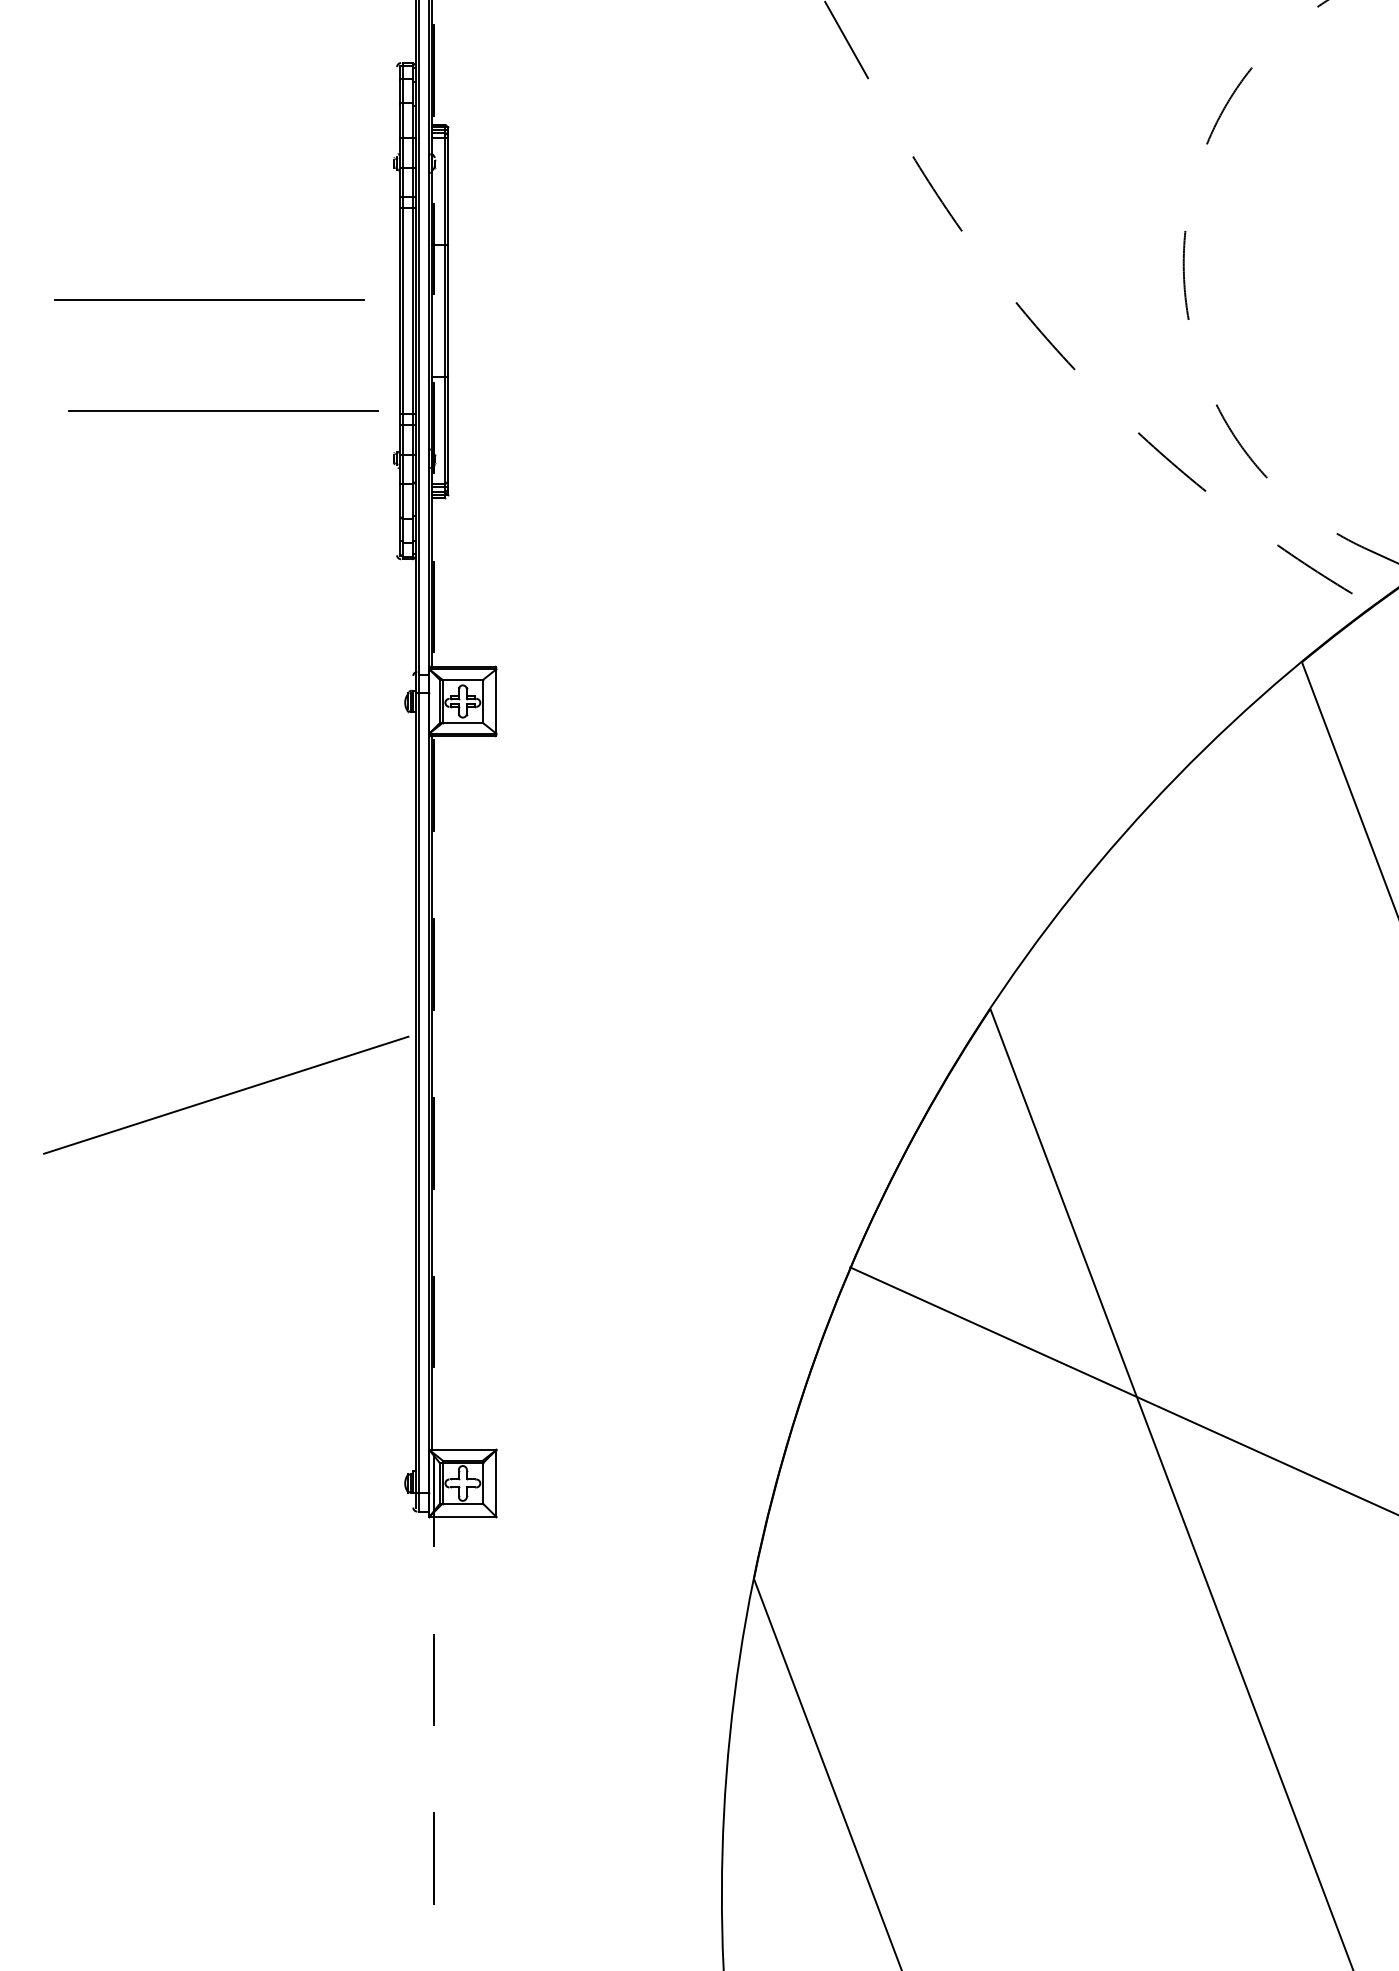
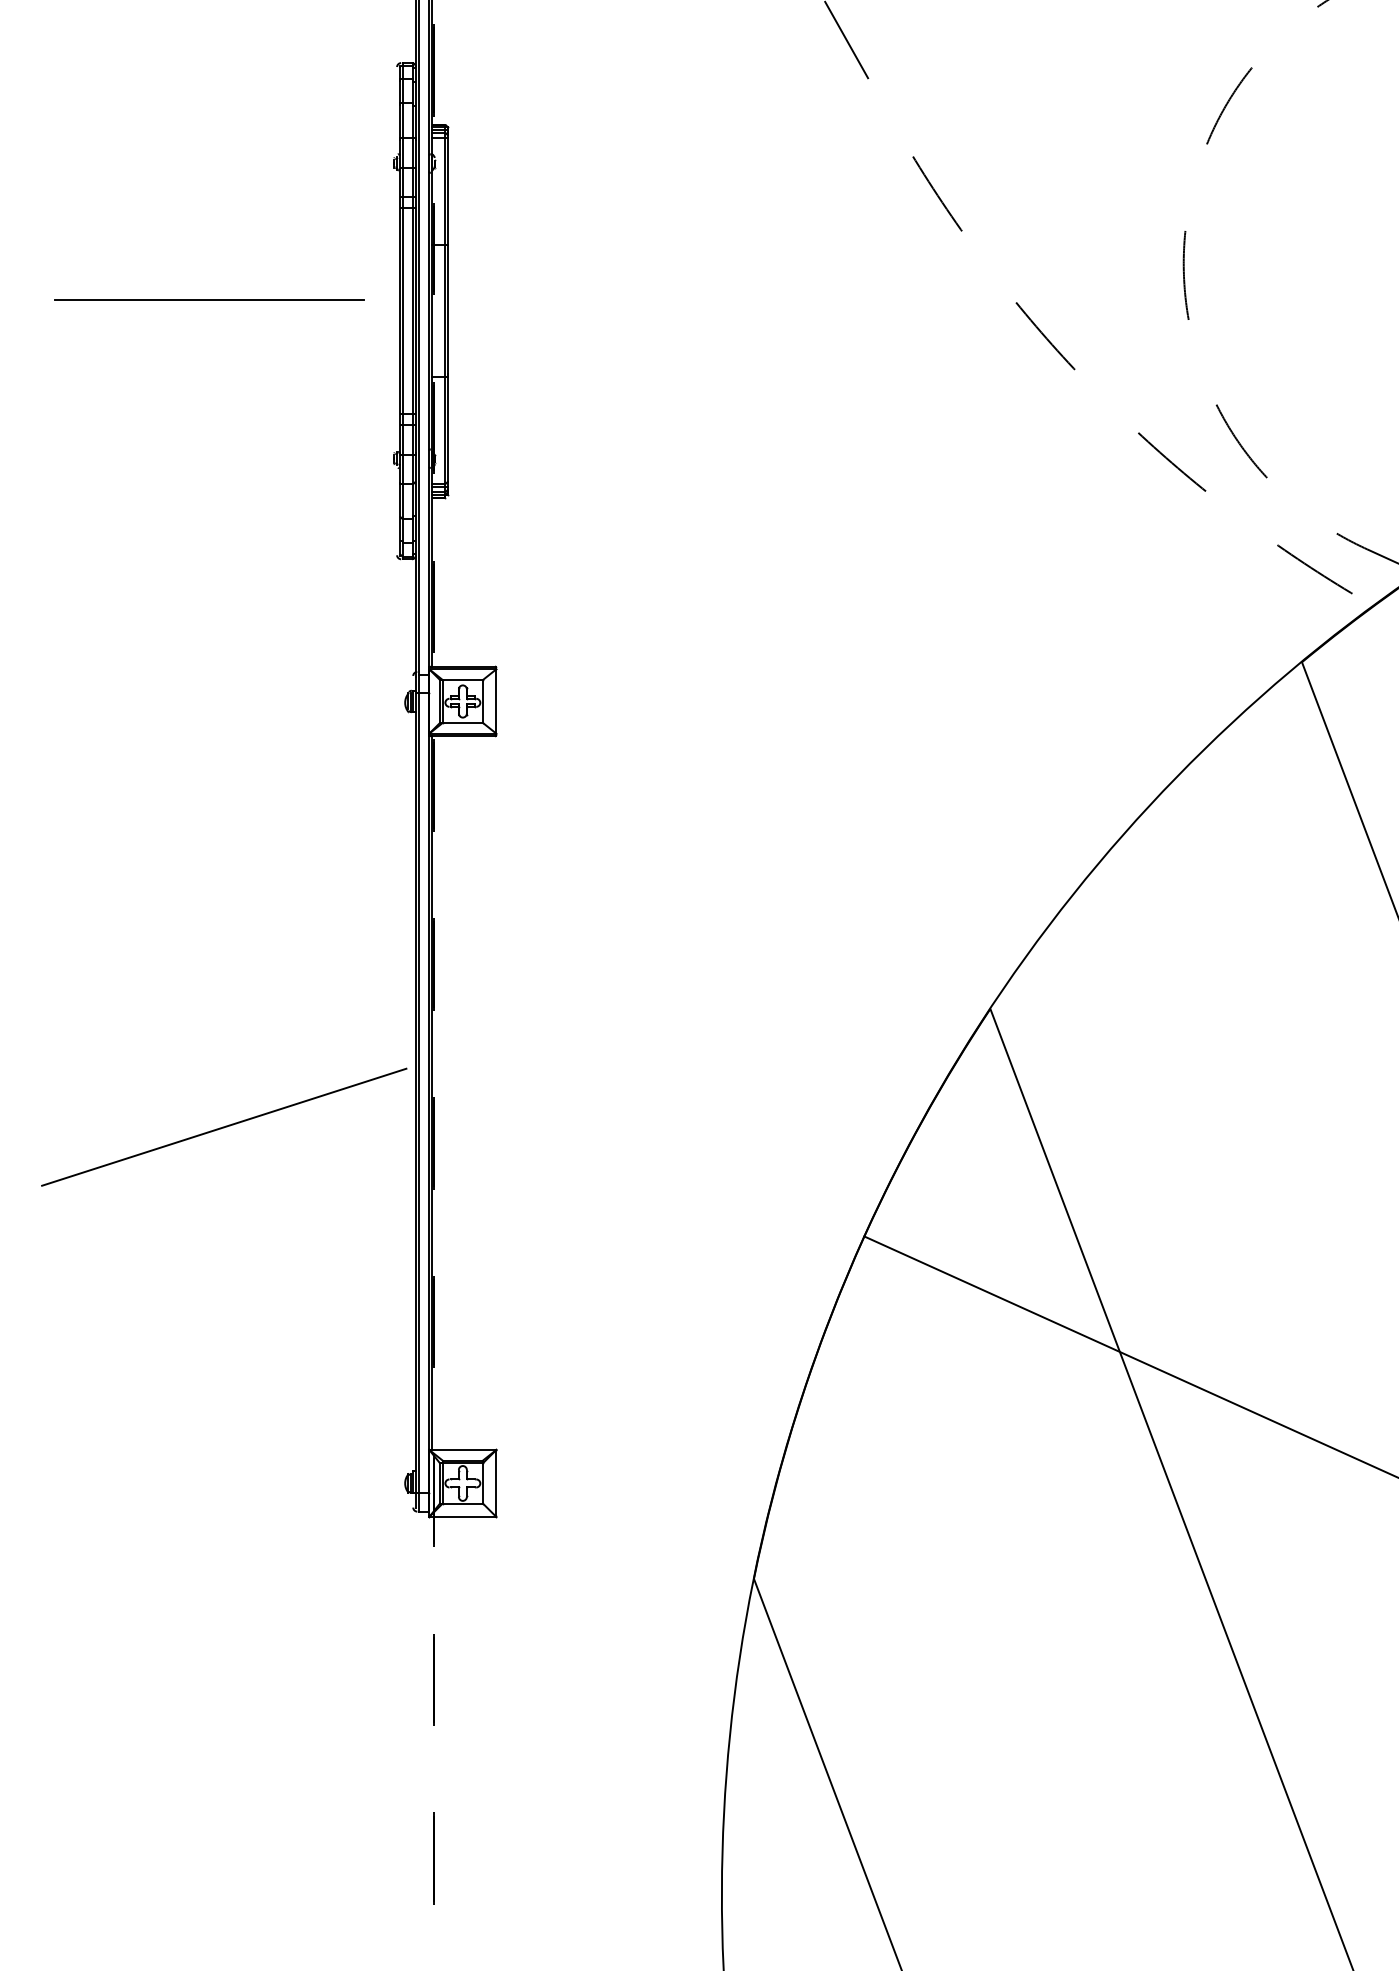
line at (223, 410): present -> none
line at (226, 1094) position: (226, 1094) -> (224, 1126)
line at (1122, 1390) position: (1122, 1390) -> (1129, 1356)
